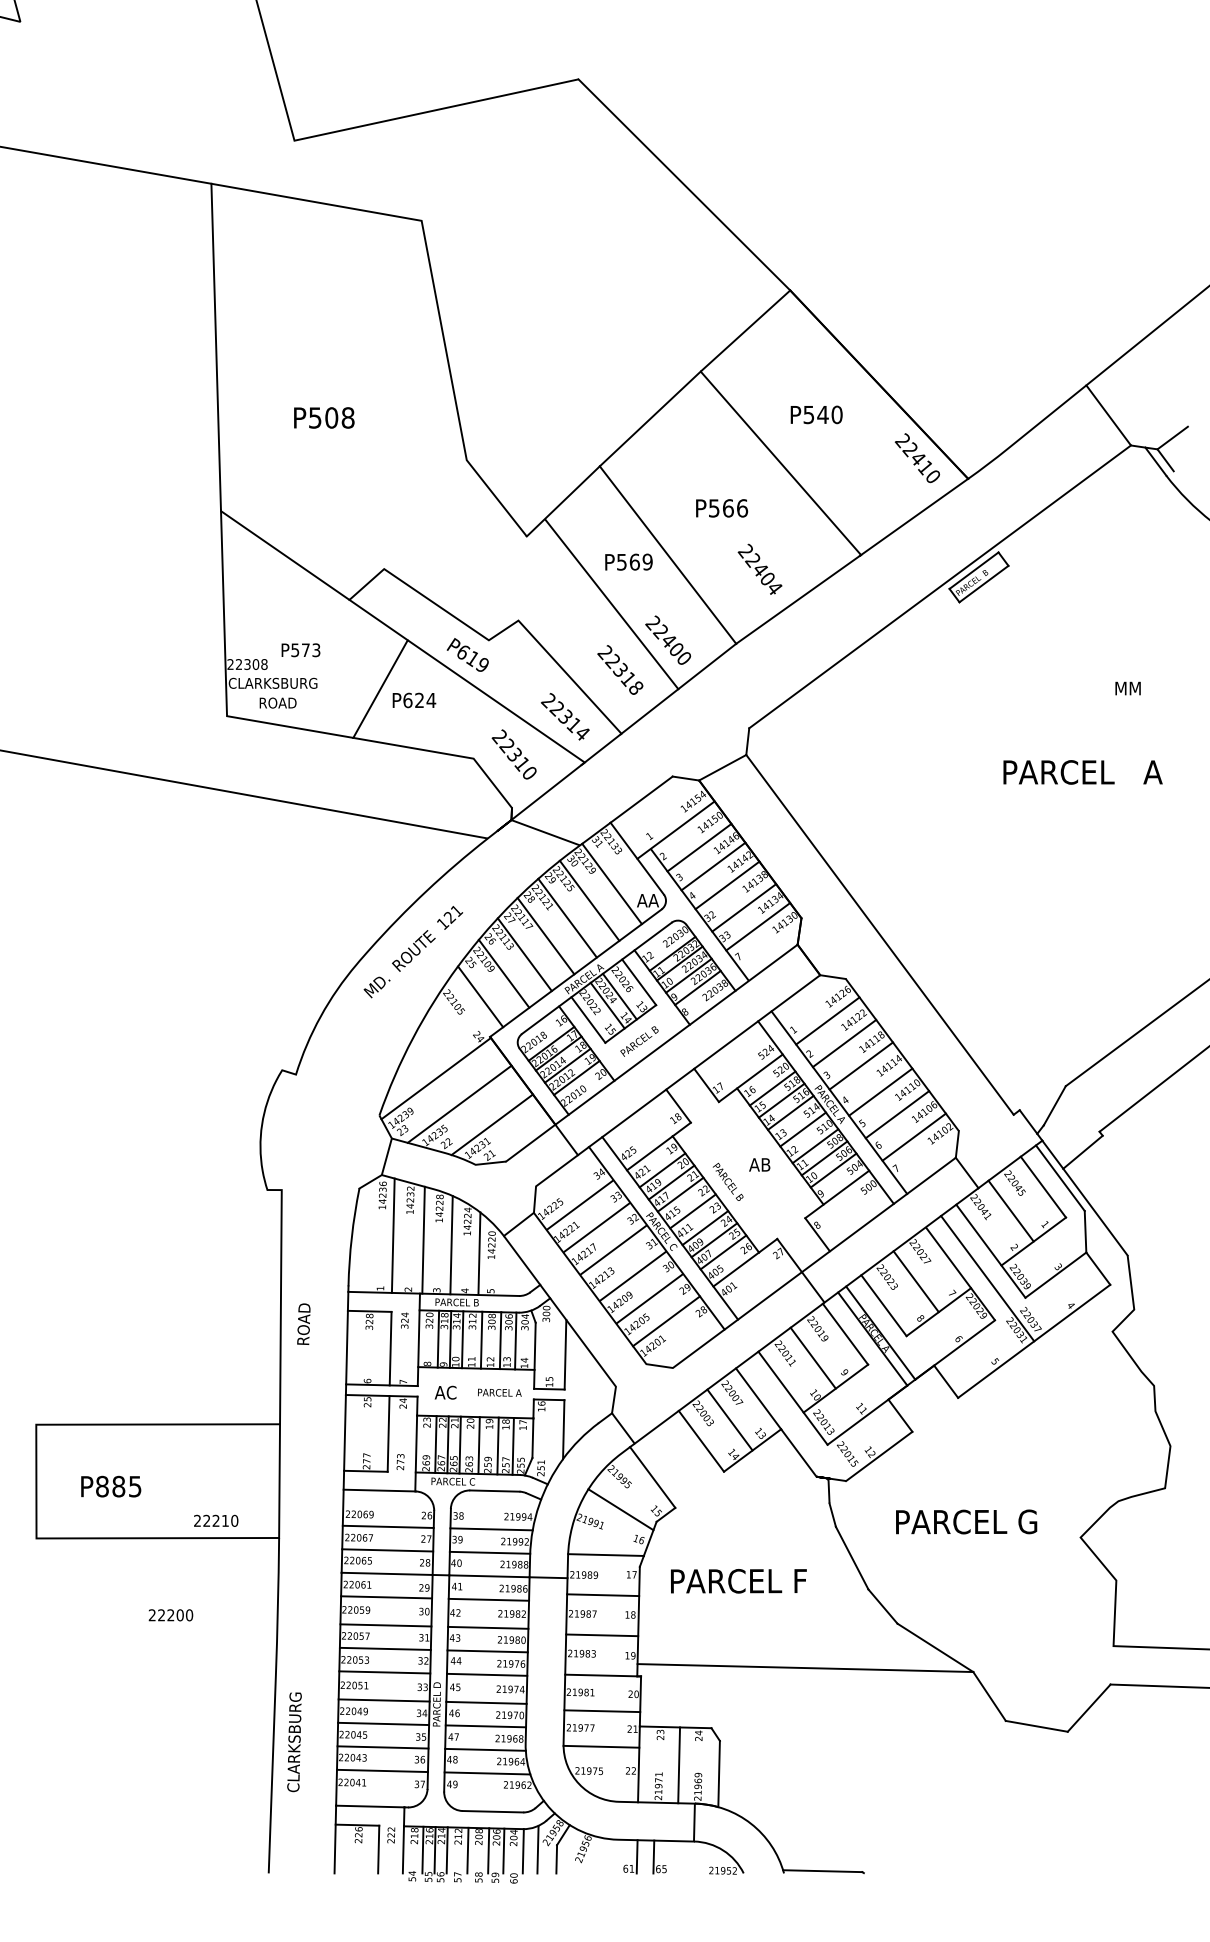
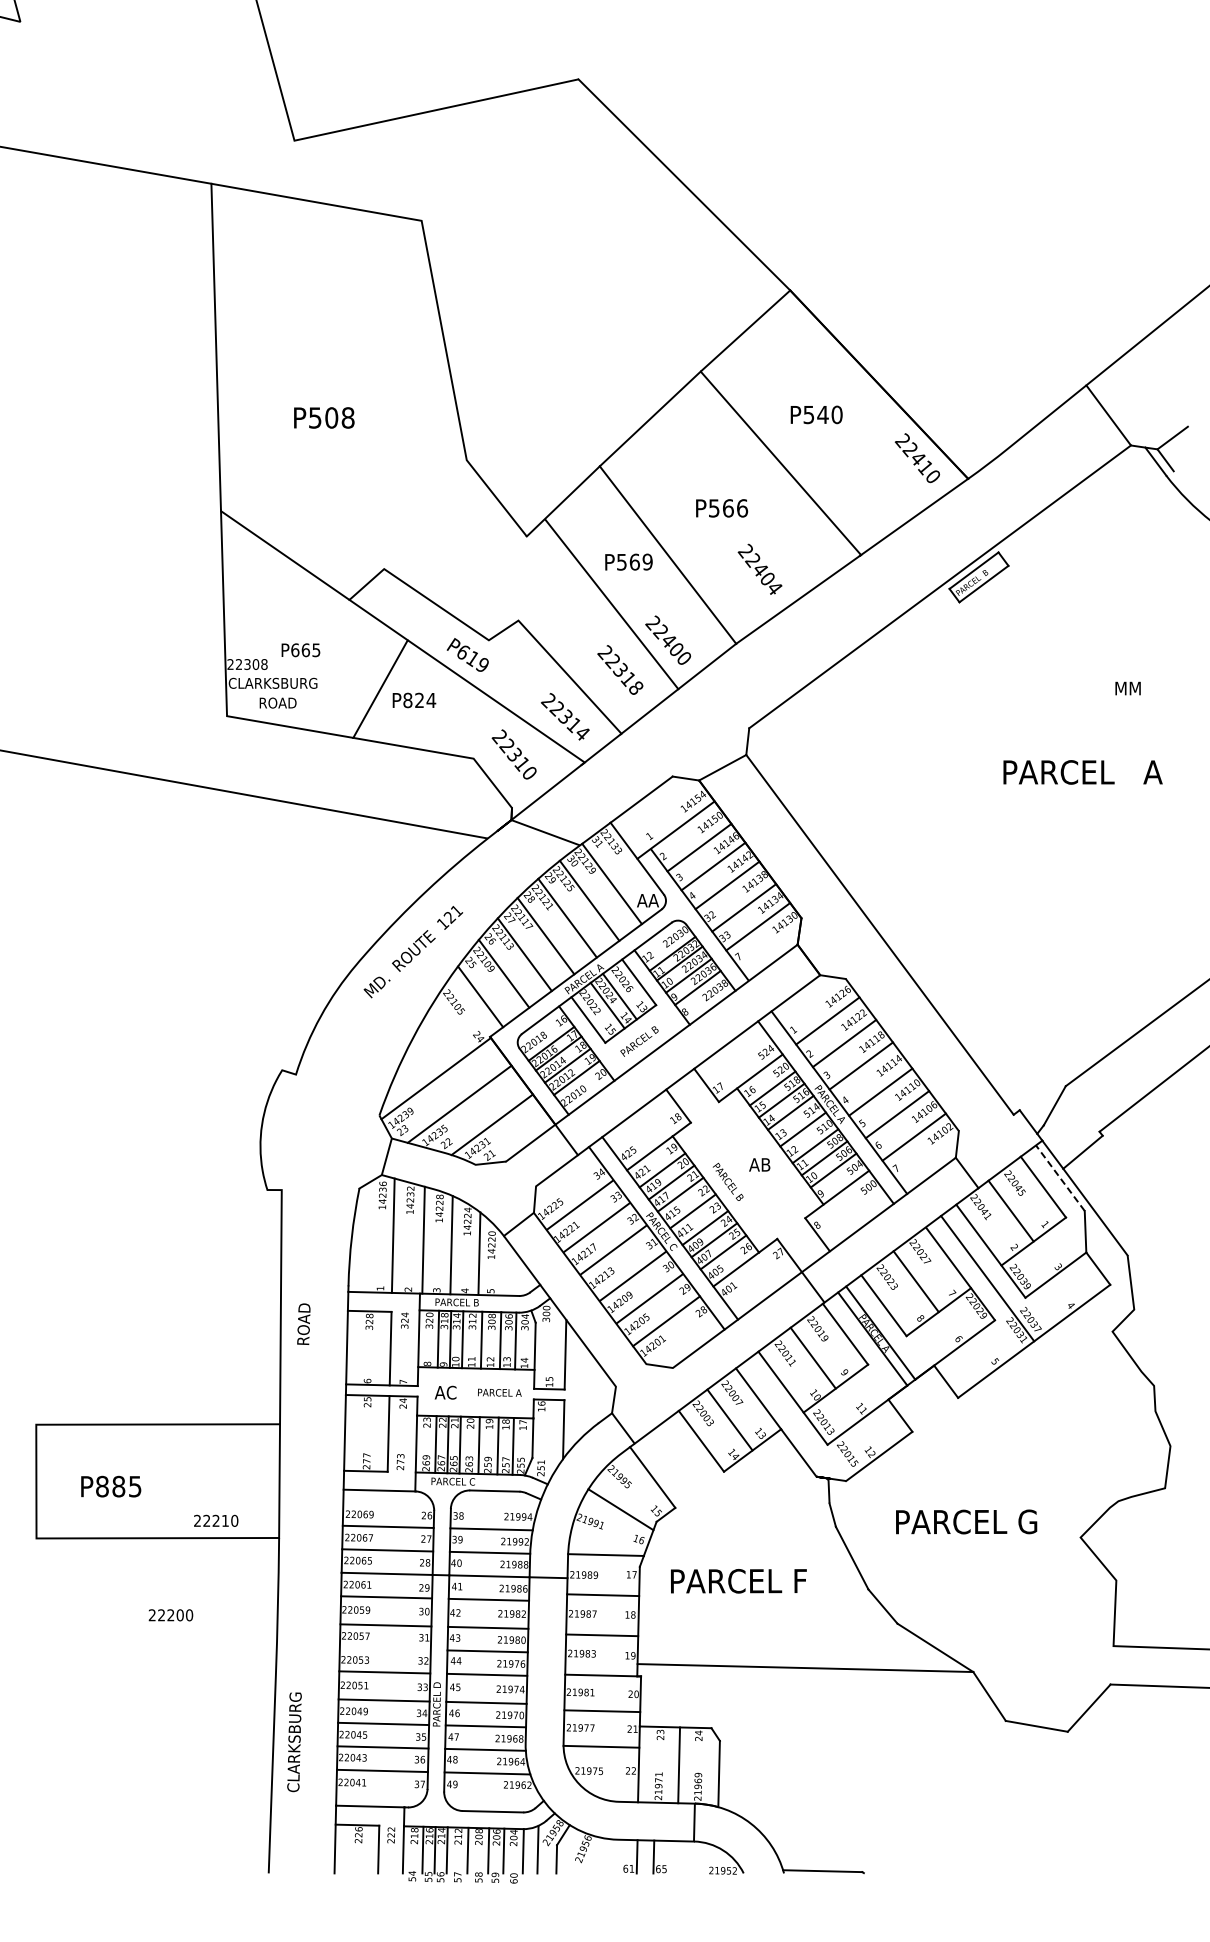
text at (305, 650): P573 -> P665
text at (407, 699): P624 -> P824
line at (1060, 1178): solid -> dashed
line at (384, 1648): present -> none
